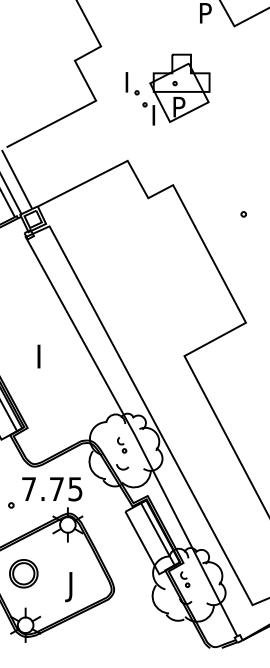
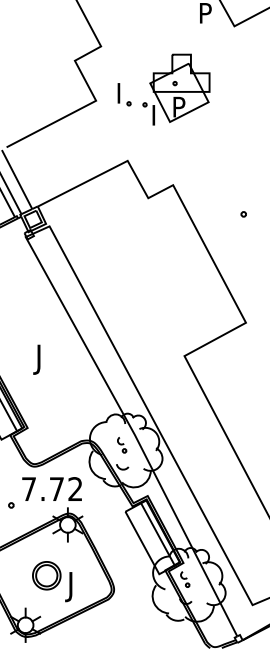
part at (132, 83) position: (132, 83) -> (124, 94)
text at (36, 371): I -> J
text at (75, 489): 7.75 -> 7.72
part at (23, 573) position: (23, 573) -> (46, 575)
